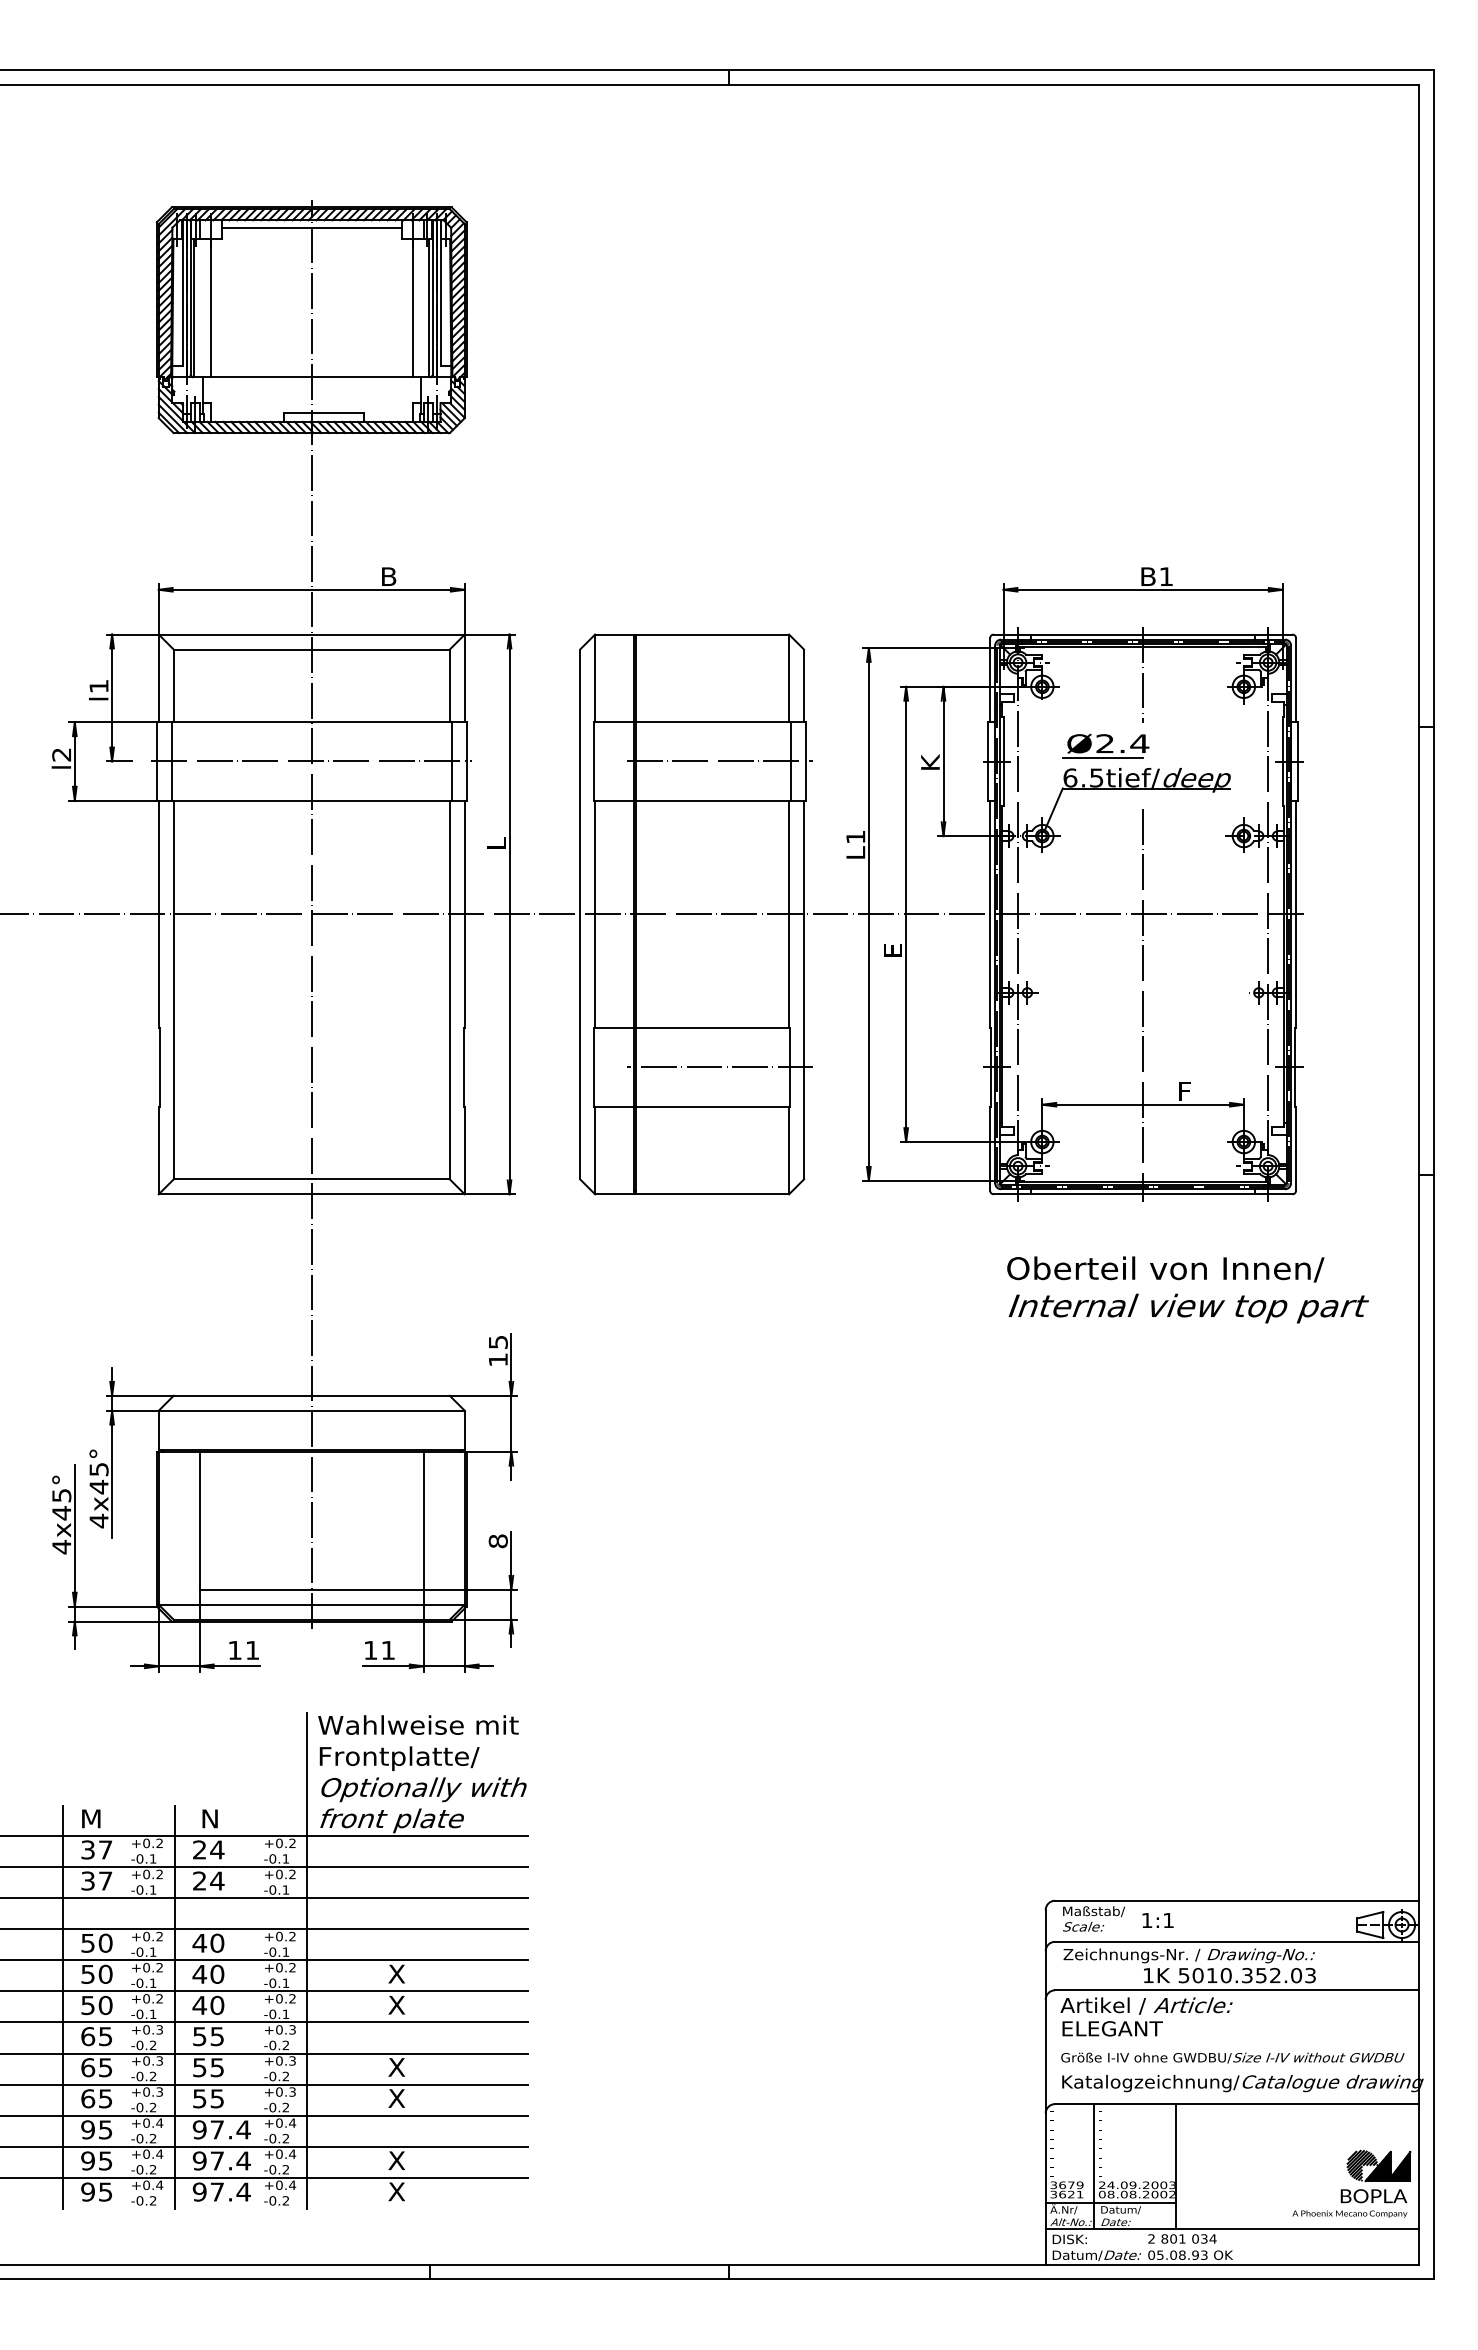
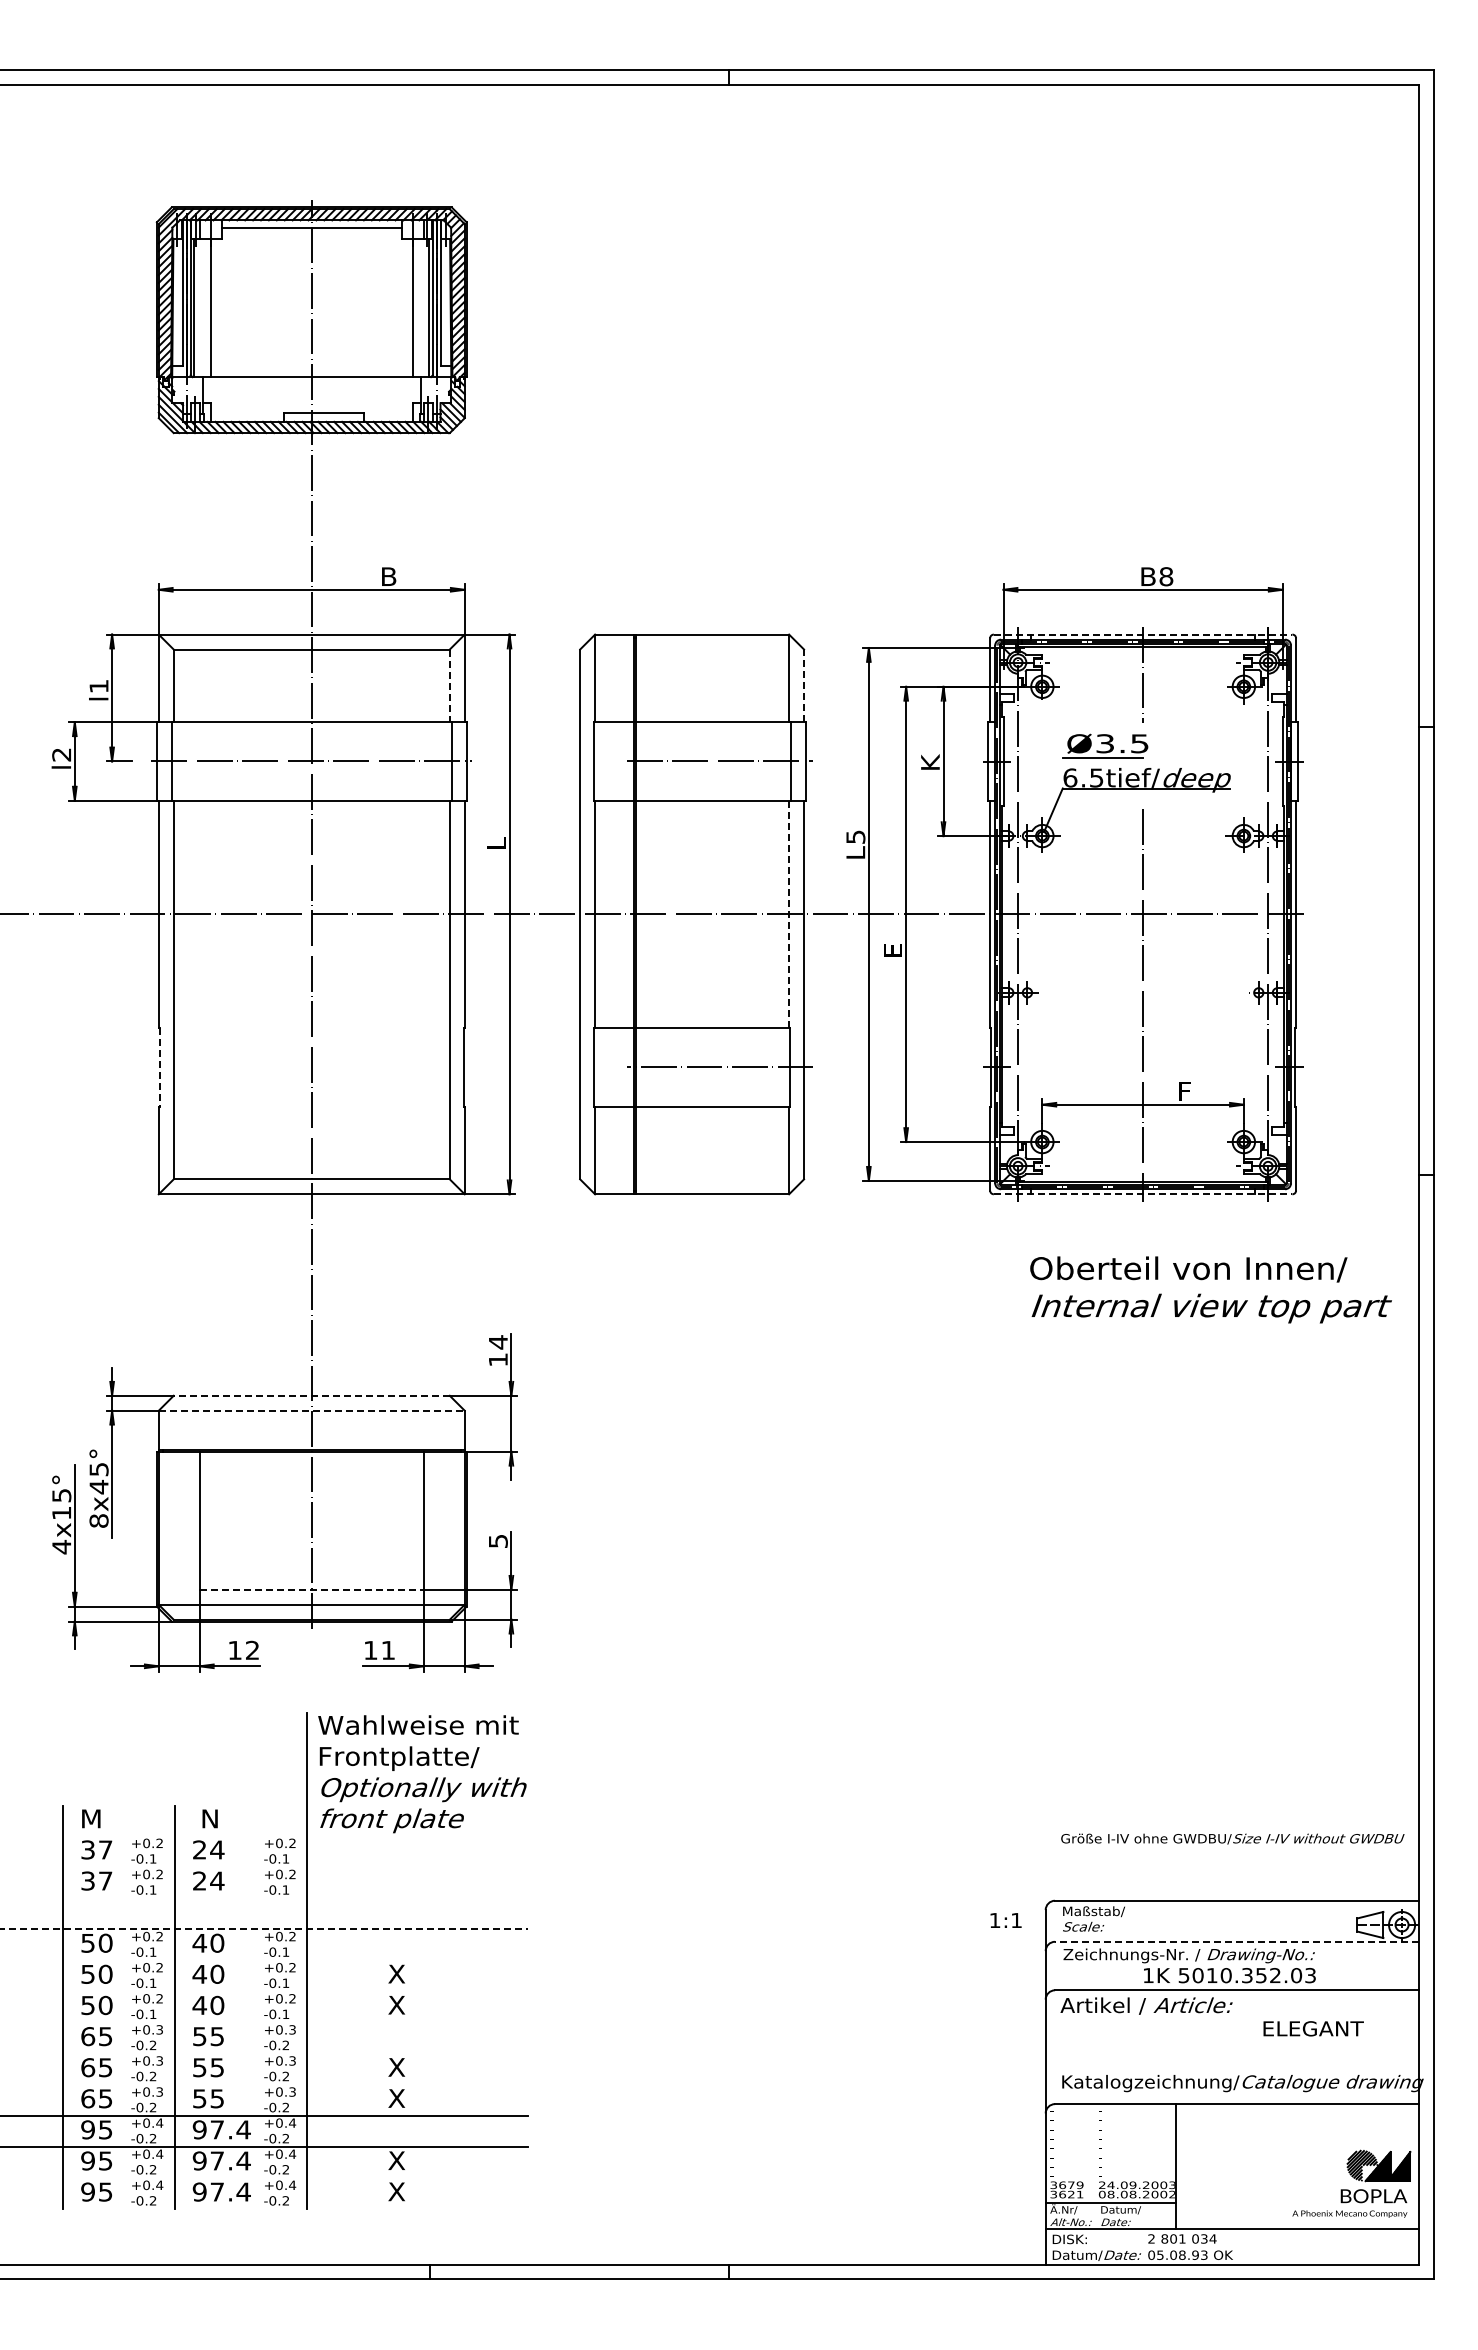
text at (1166, 576): B1 -> B8
line at (1143, 634): solid -> dashed
line at (804, 685): solid -> dashed
line at (449, 686): solid -> dashed
text at (1122, 743): Ø2.4 -> Ø3.5
text at (855, 836): L1 -> L5
line at (789, 914): solid -> dashed
line at (159, 1067): solid -> dashed
line at (1143, 1194): solid -> dashed
text at (1187, 1289) position: (1187, 1289) -> (1210, 1289)
text at (498, 1342): 15 -> 14
line at (311, 1395): solid -> dashed
line at (311, 1410): solid -> dashed
text at (61, 1513): 4x45° -> 4x15°
text at (98, 1520): 4x45° -> 8x45°
text at (497, 1541): 8 -> 5
line at (311, 1589): solid -> dashed
text at (252, 1649): 11 -> 12
line at (265, 1835): present -> none
line at (265, 1867): present -> none
line at (265, 1898): present -> none
text at (1157, 1920) position: (1157, 1920) -> (1005, 1920)
line at (264, 1929): solid -> dashed
line at (1236, 1941): solid -> dashed
line at (265, 1960): present -> none
line at (265, 1991): present -> none
line at (265, 2022): present -> none
text at (1112, 2028) position: (1112, 2028) -> (1313, 2028)
line at (265, 2053): present -> none
text at (1232, 2057) position: (1232, 2057) -> (1232, 1838)
line at (265, 2084): present -> none
line at (1094, 2166): present -> none
line at (265, 2177): present -> none
